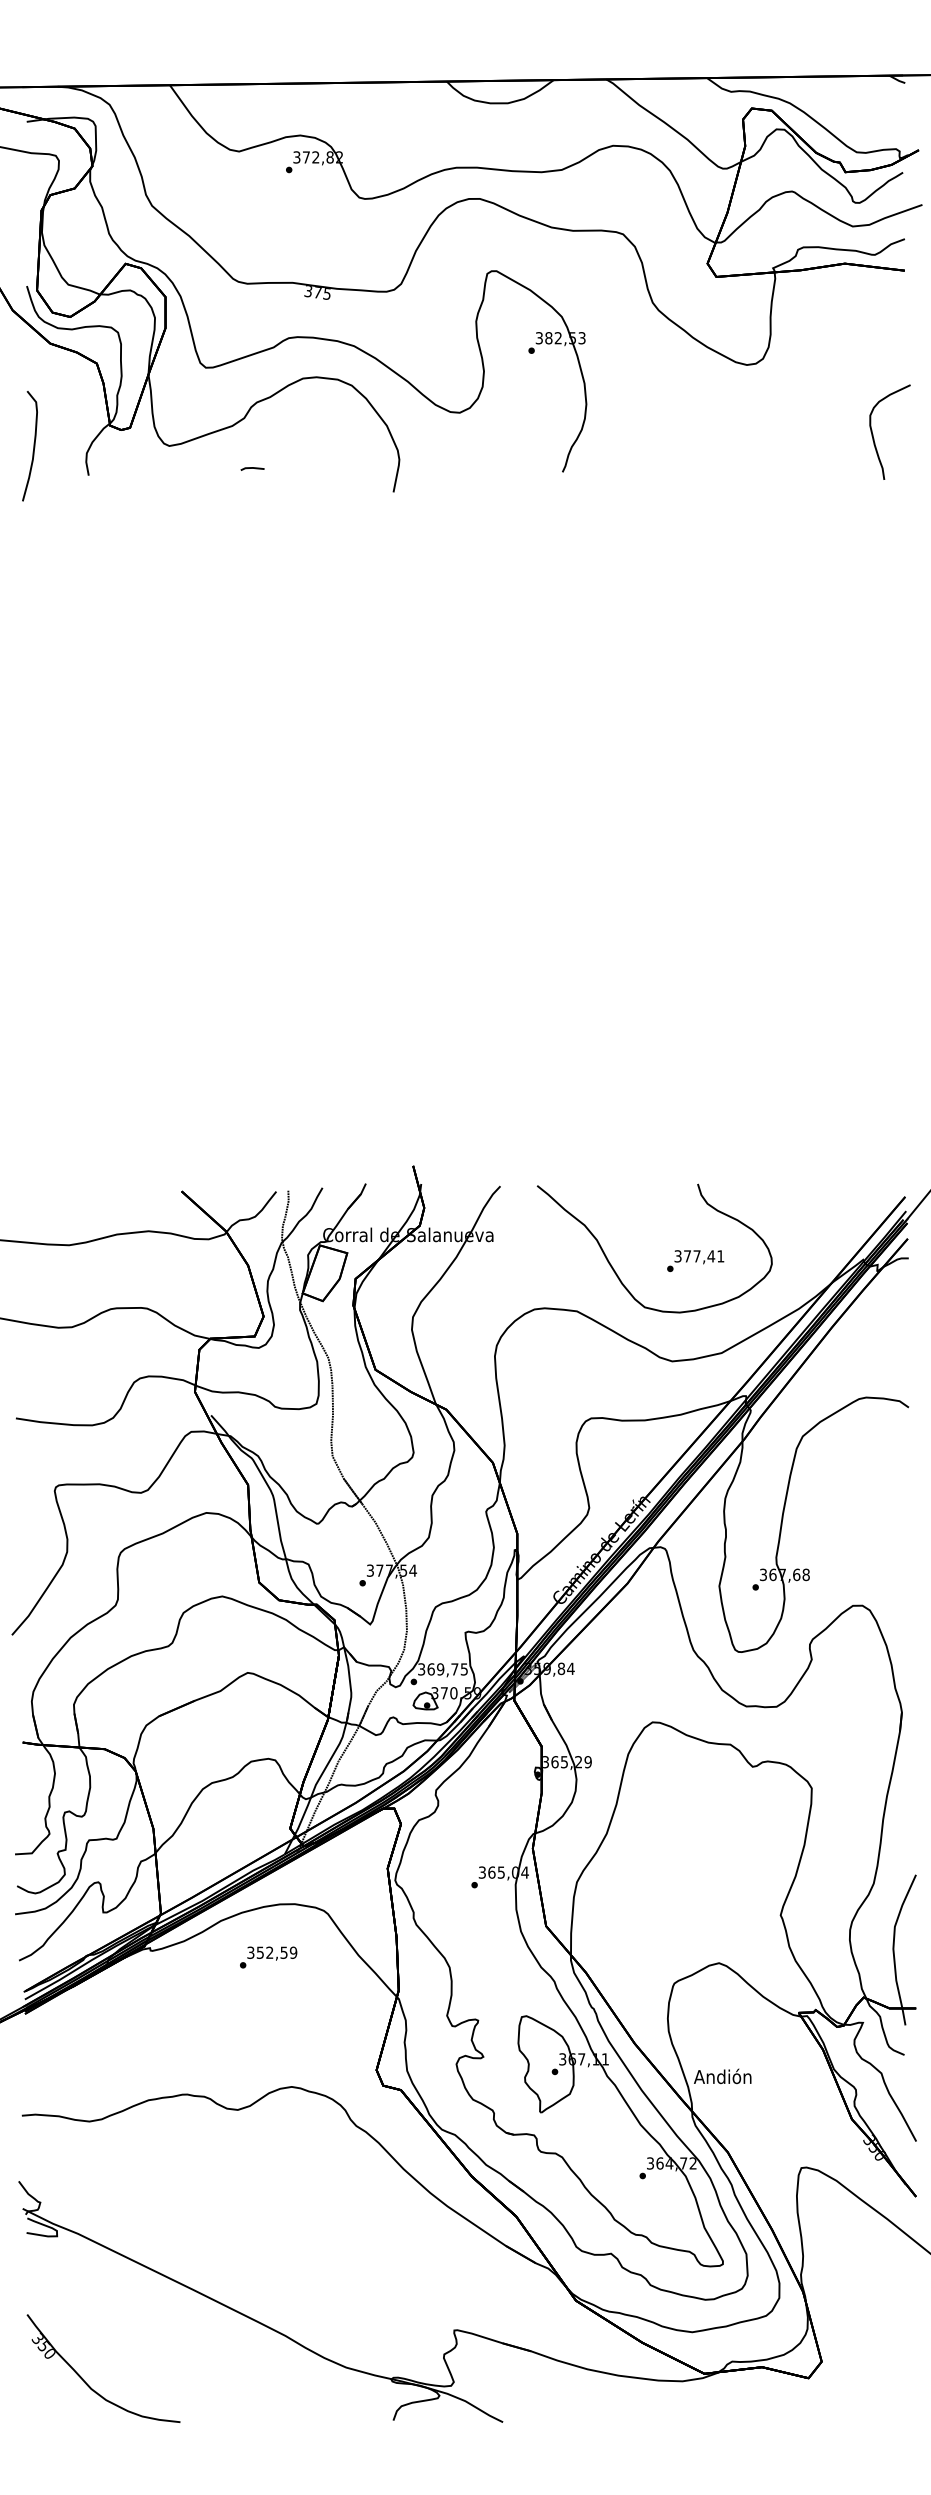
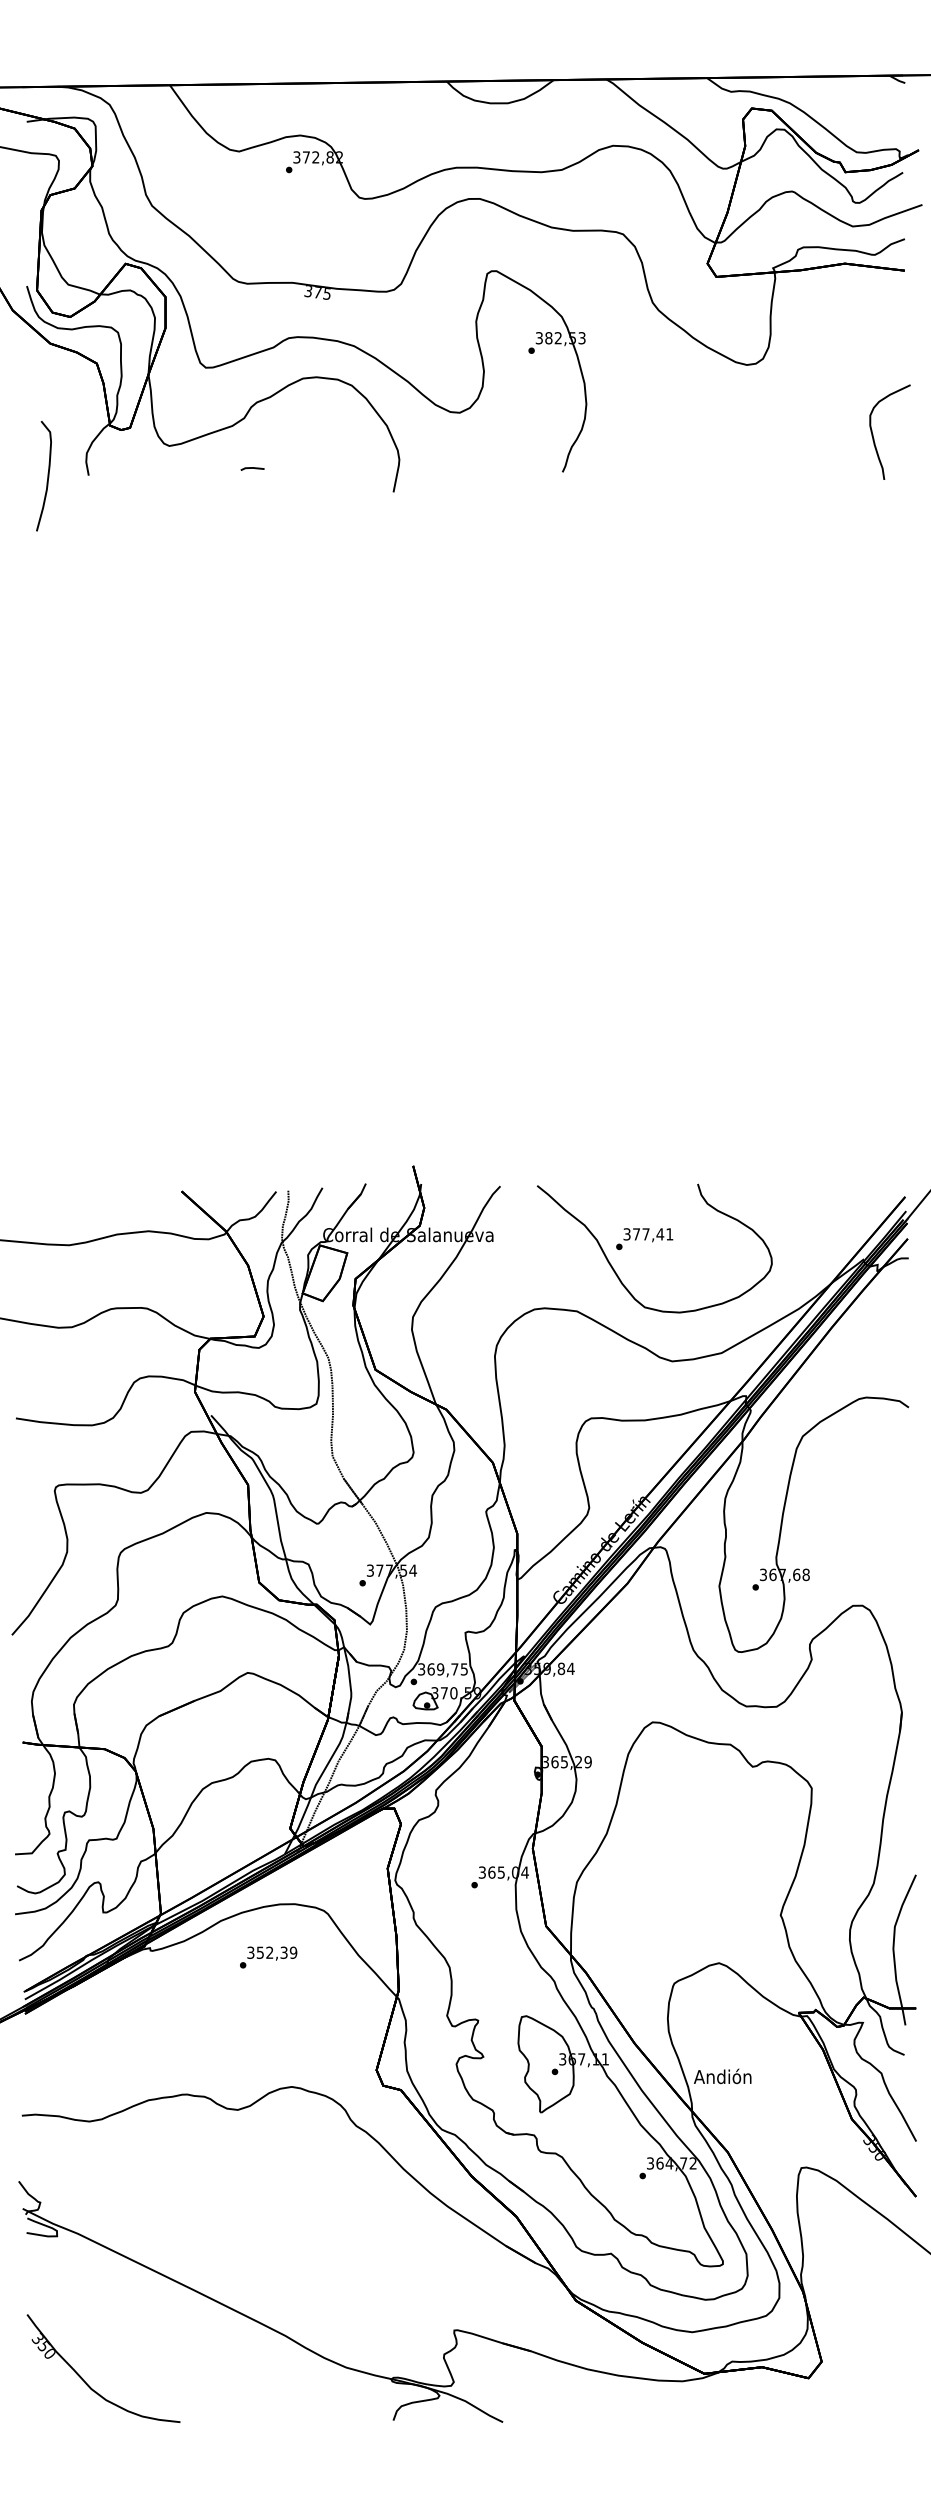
part at (29, 446) position: (29, 446) -> (43, 476)
text at (695, 1261) position: (695, 1261) -> (644, 1239)
text at (283, 1951): 352,59 -> 352,39
